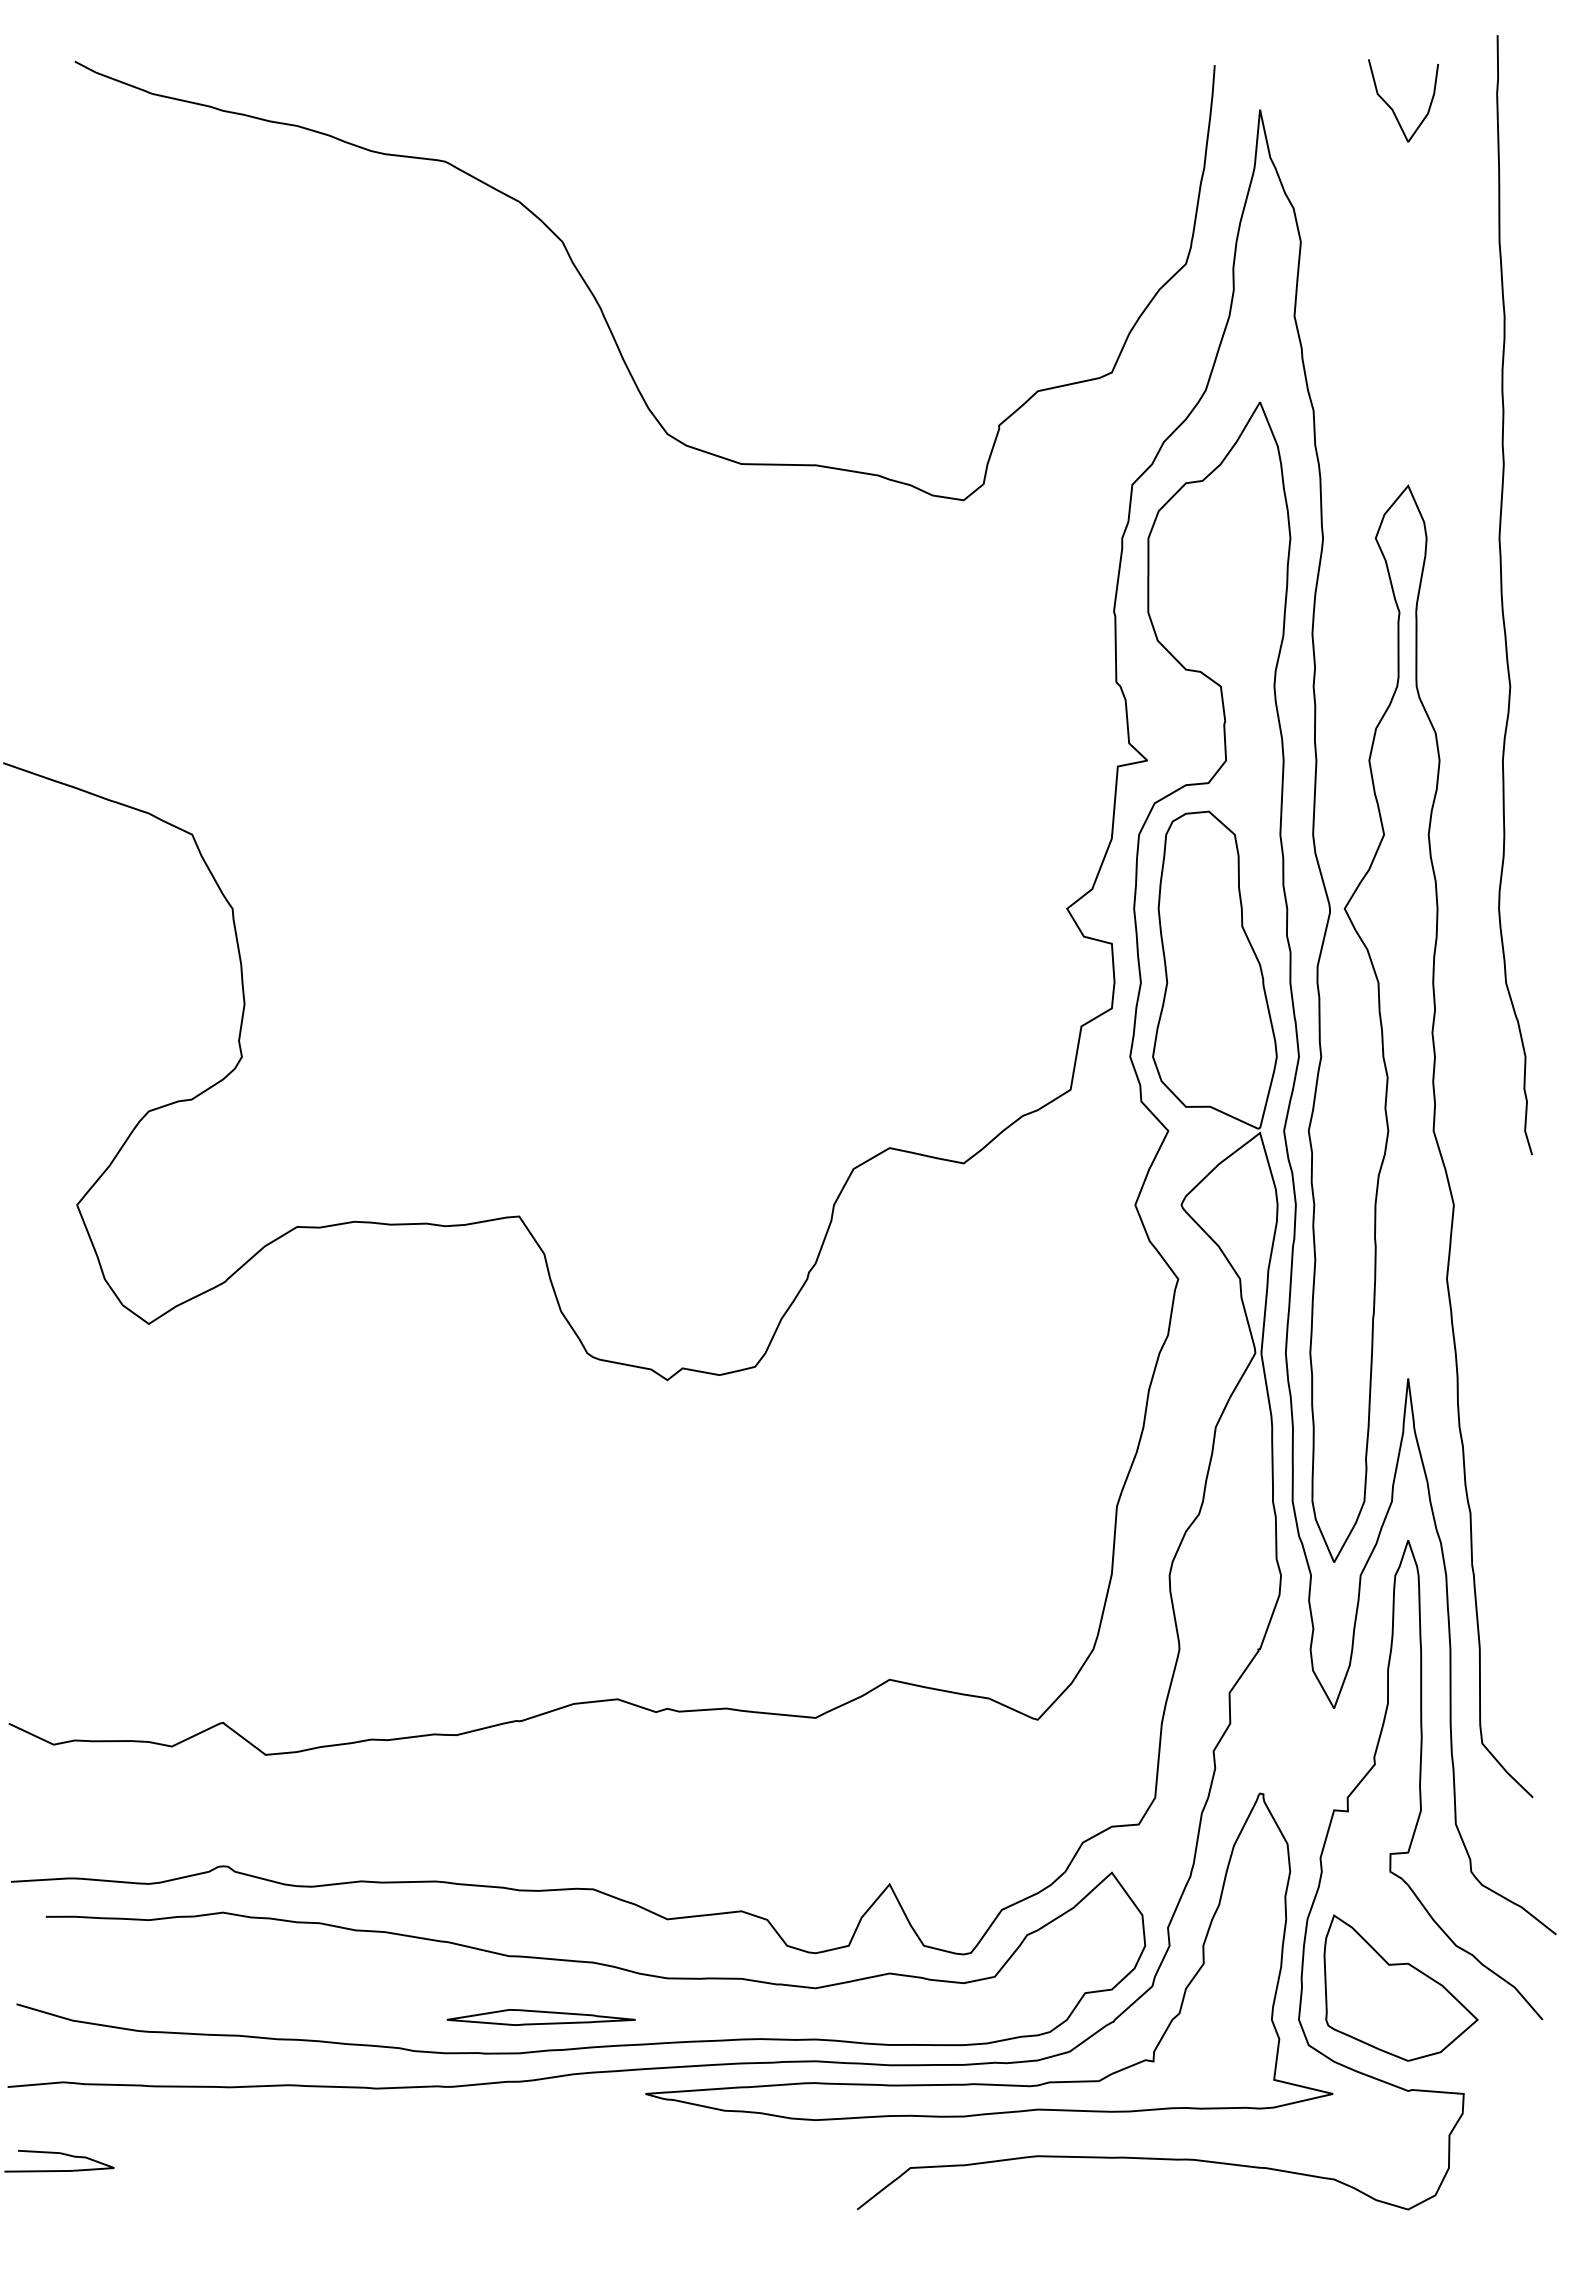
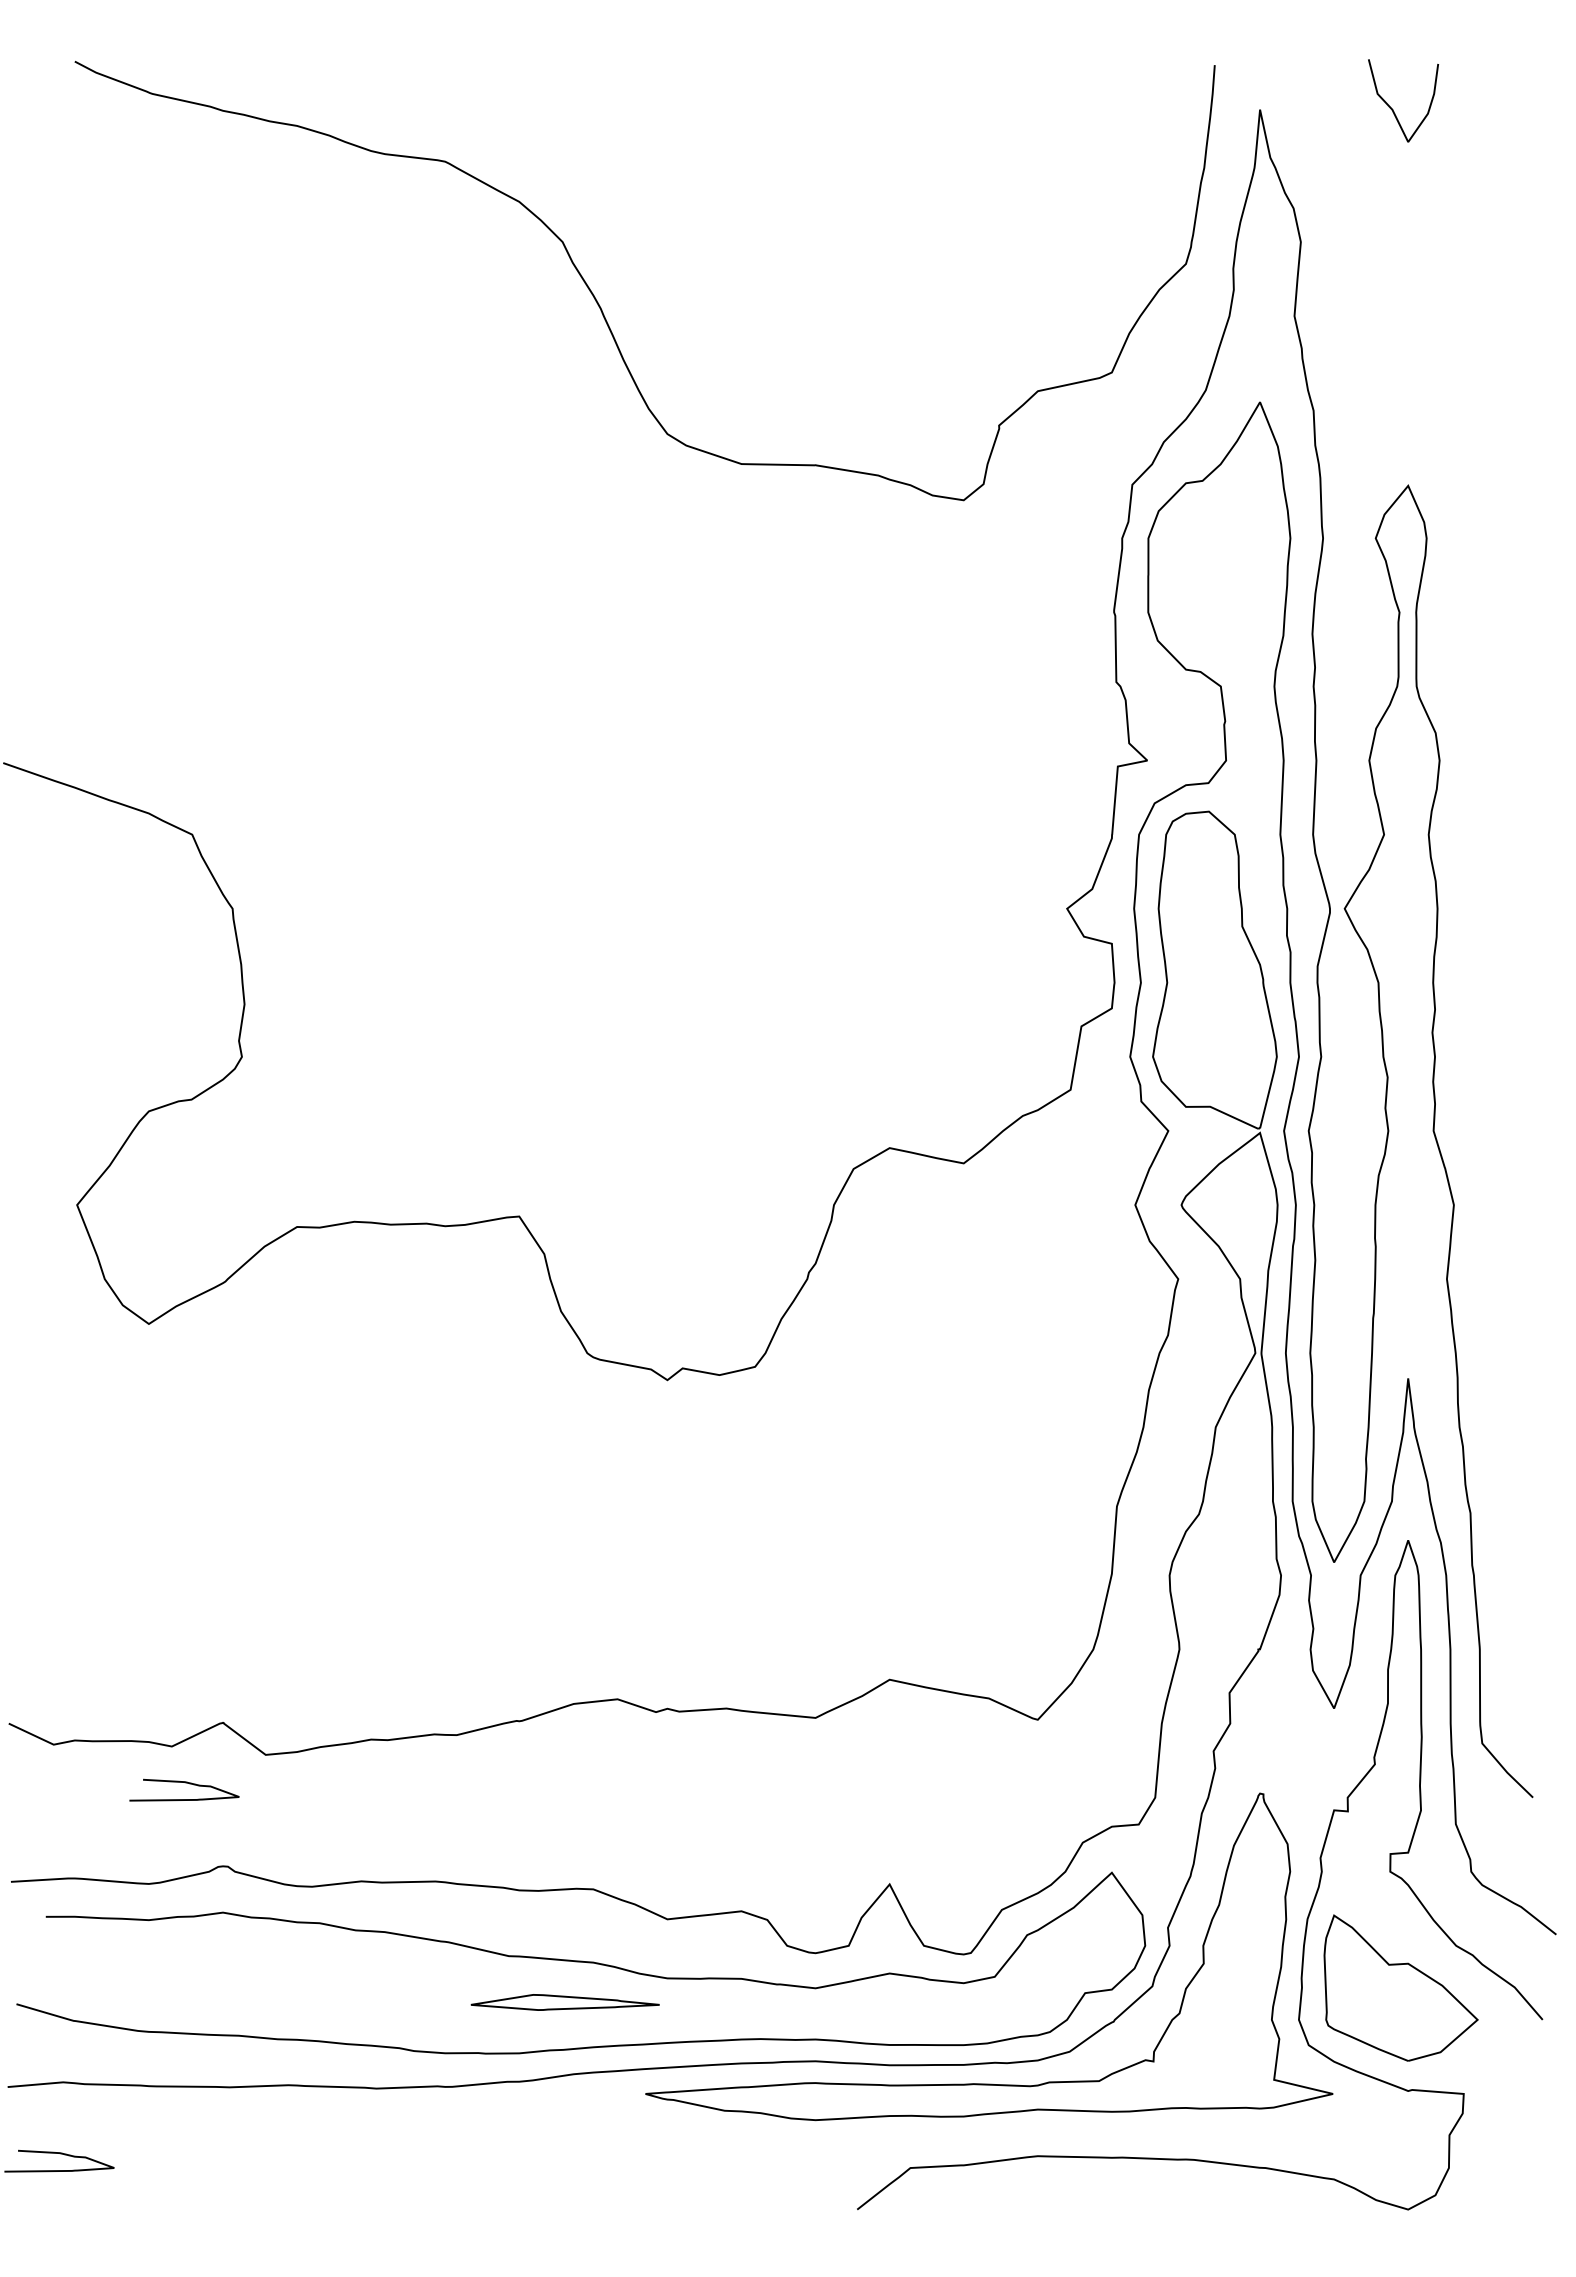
curve at (1502, 595): present -> none
curve at (185, 1783): none -> present
part at (540, 2017) position: (540, 2017) -> (564, 2002)
